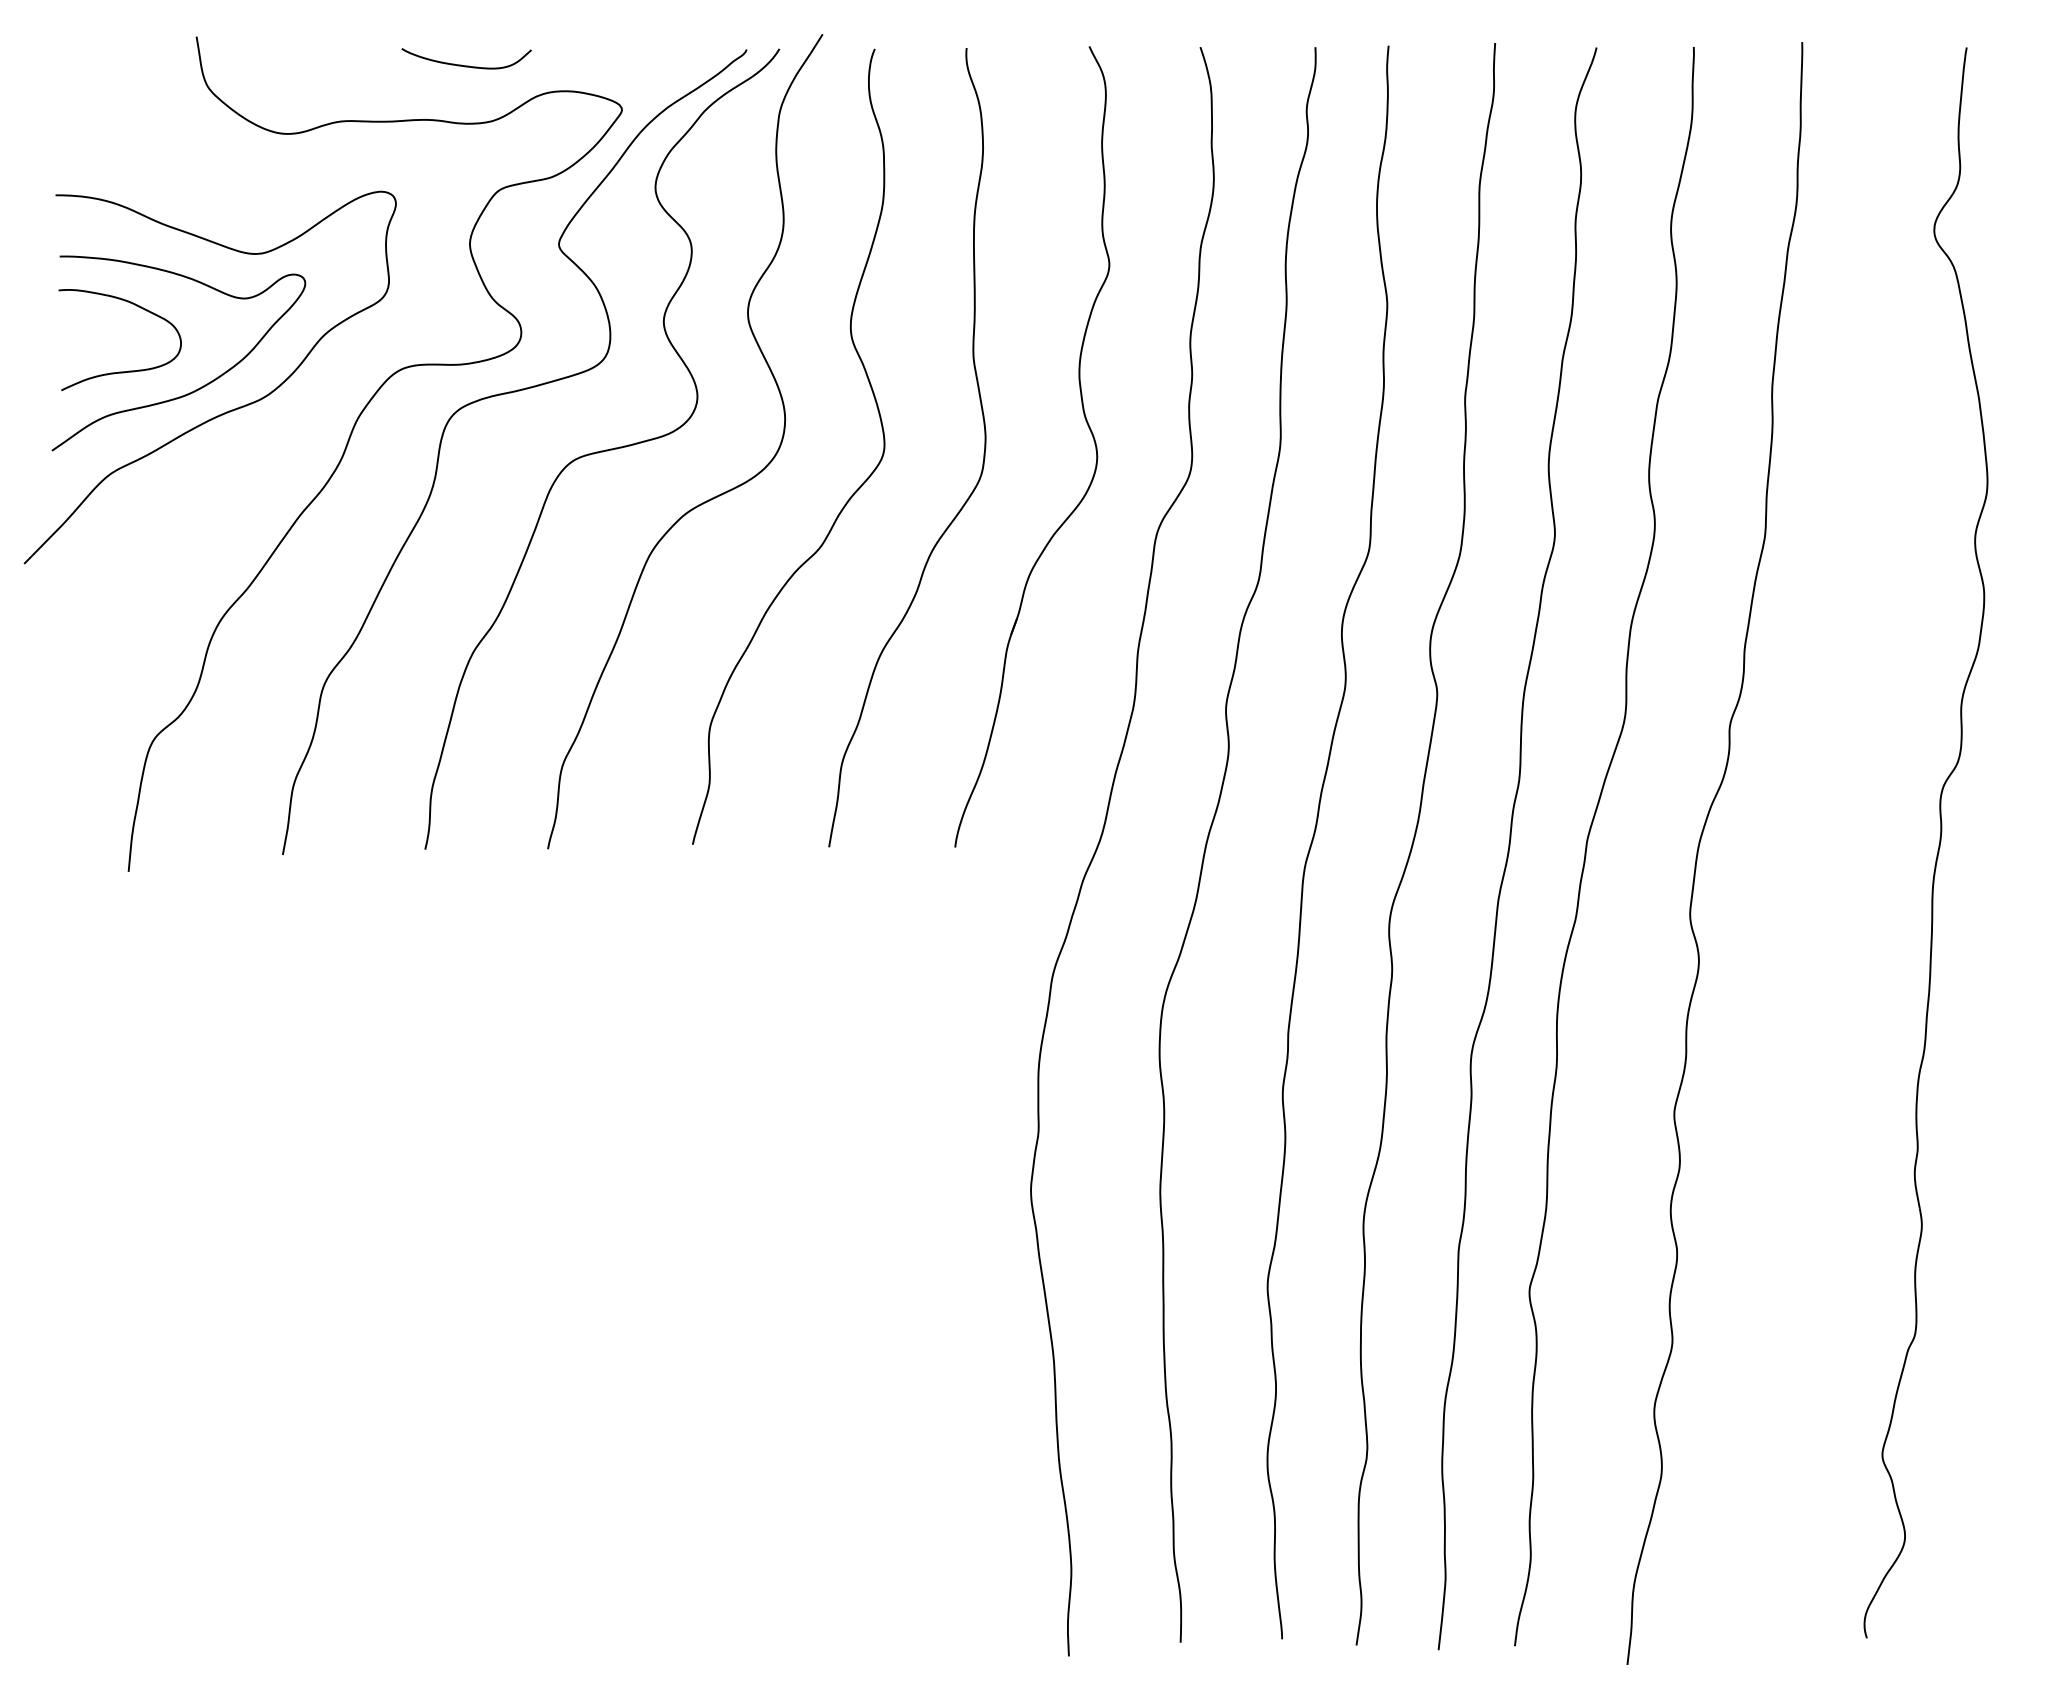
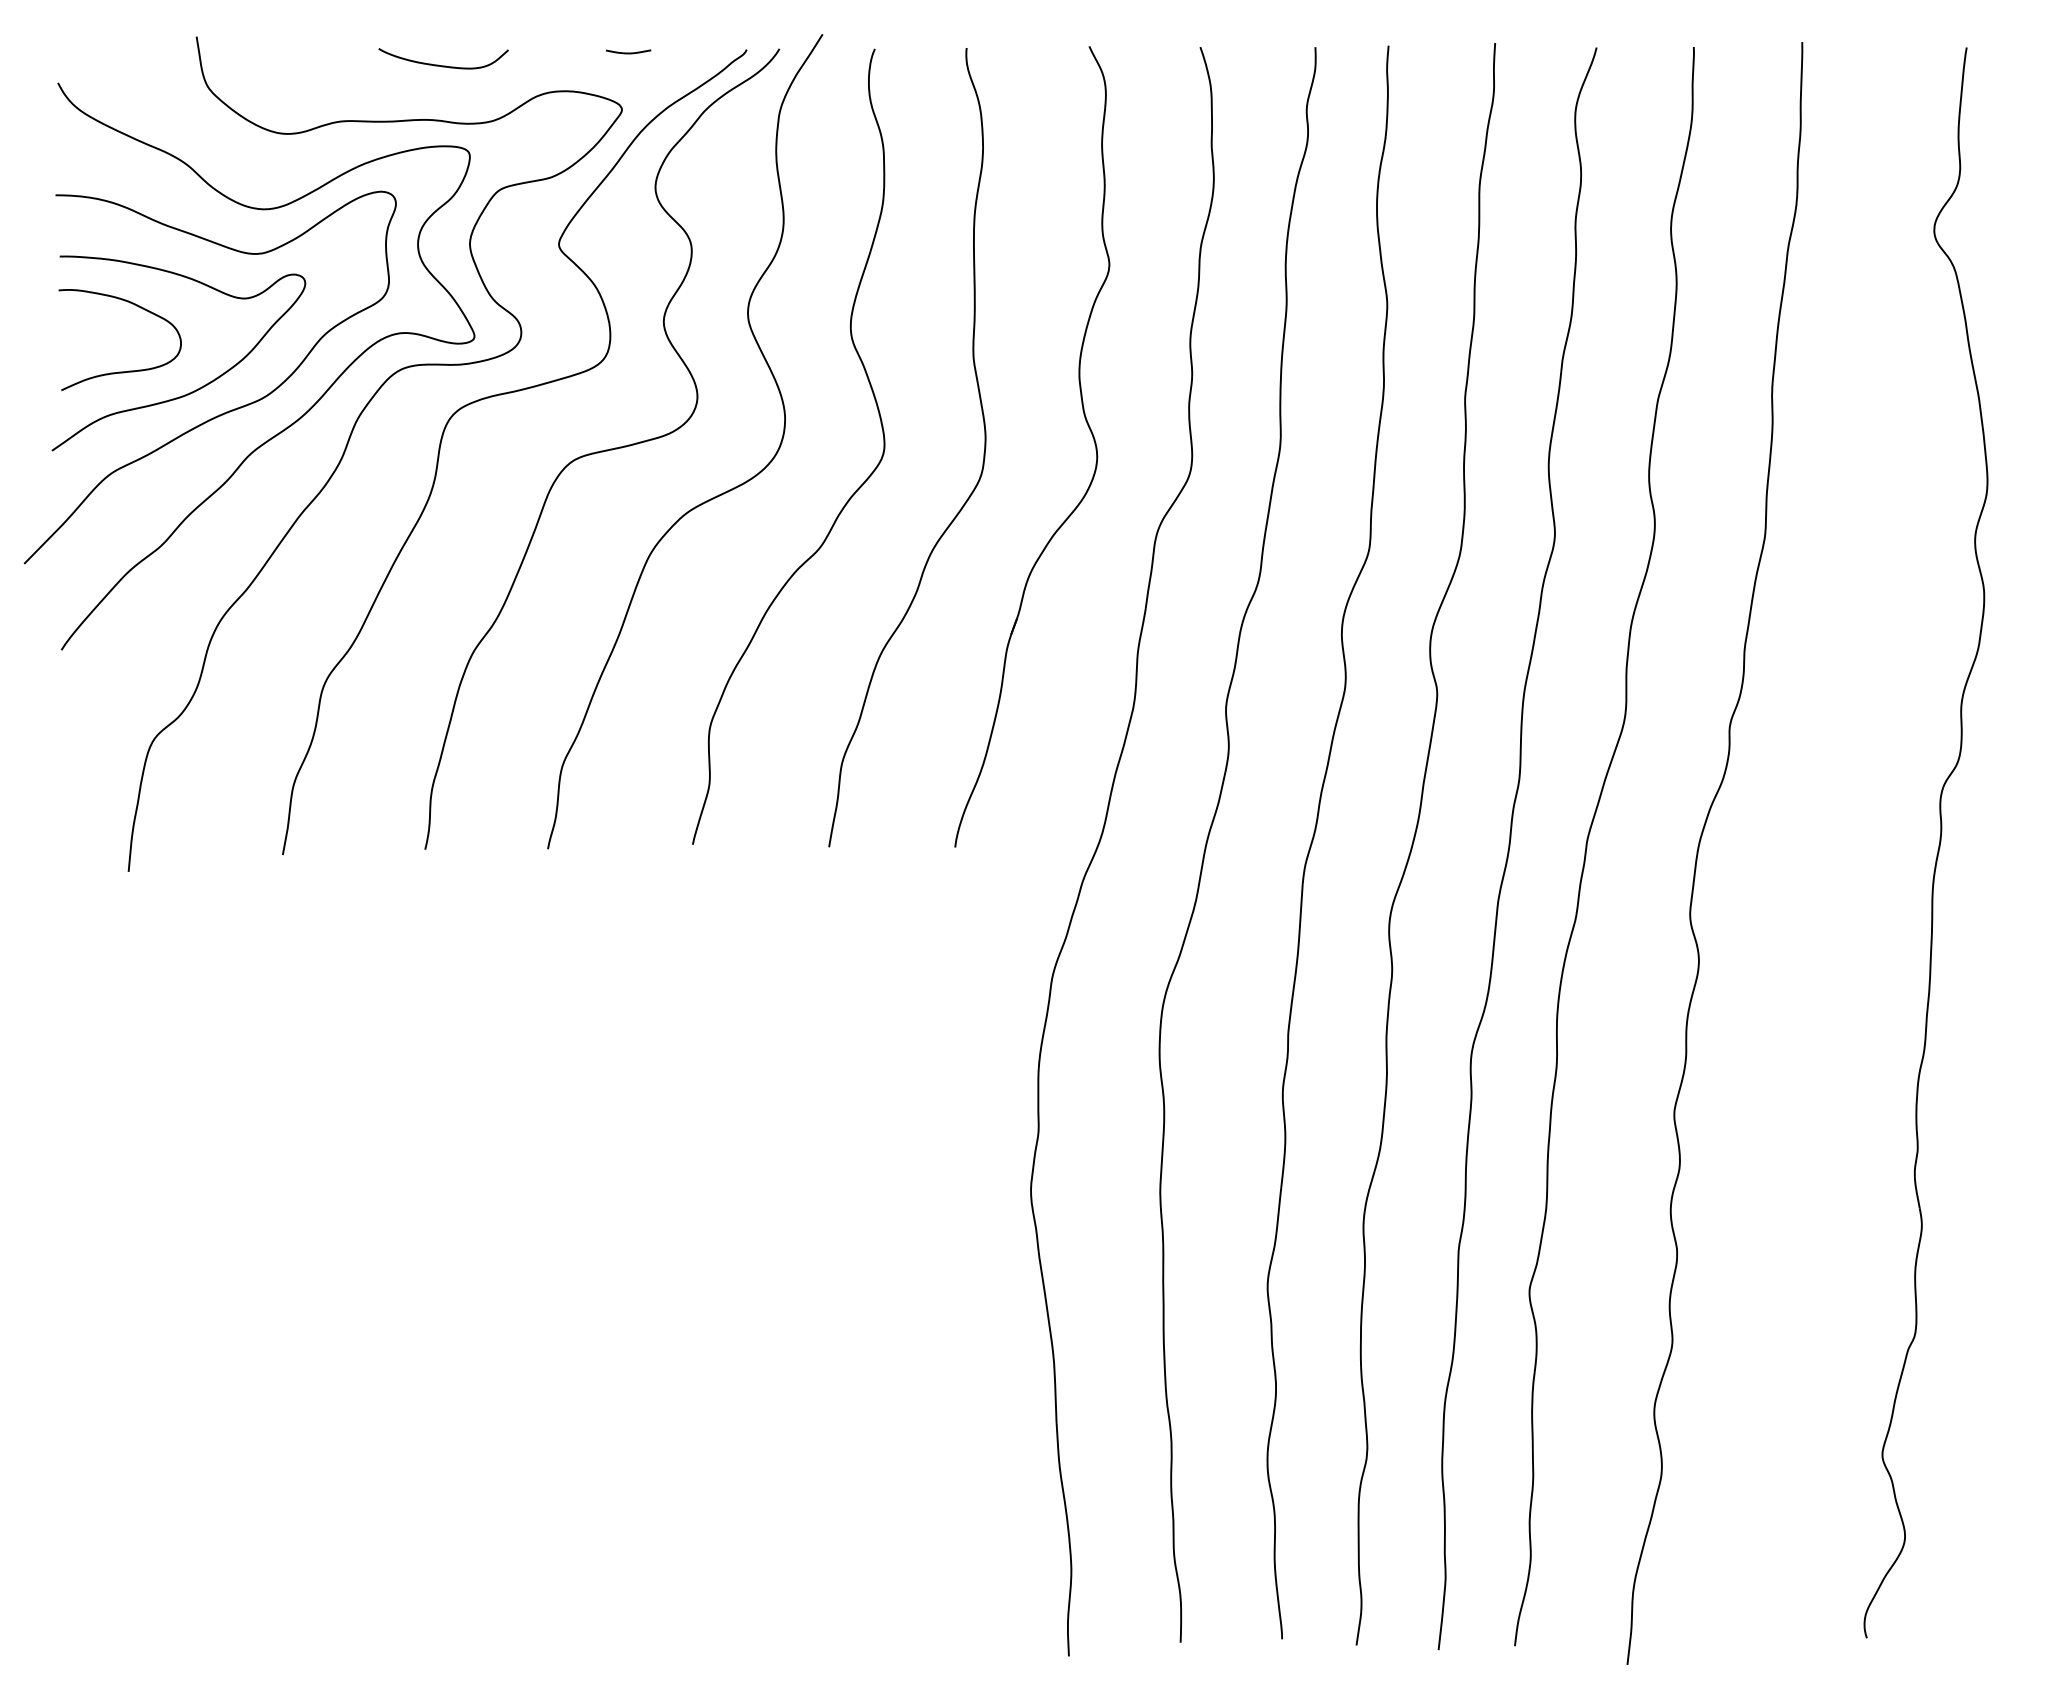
curve at (628, 52): none -> present
curve at (466, 65) position: (466, 65) -> (443, 65)
curve at (309, 408): none -> present
